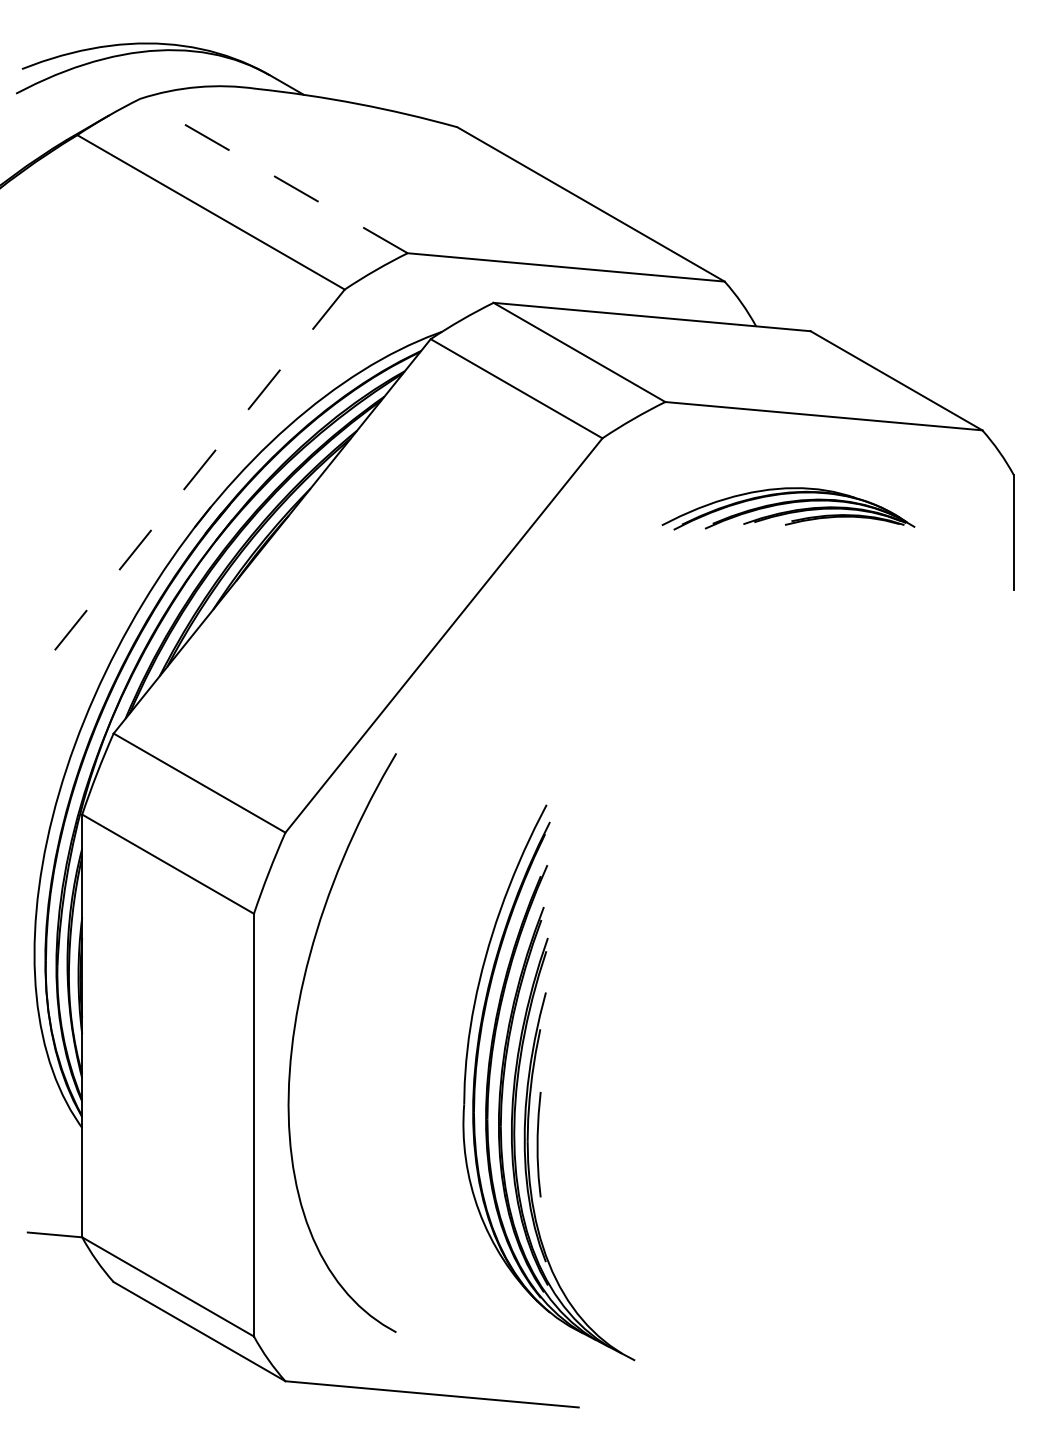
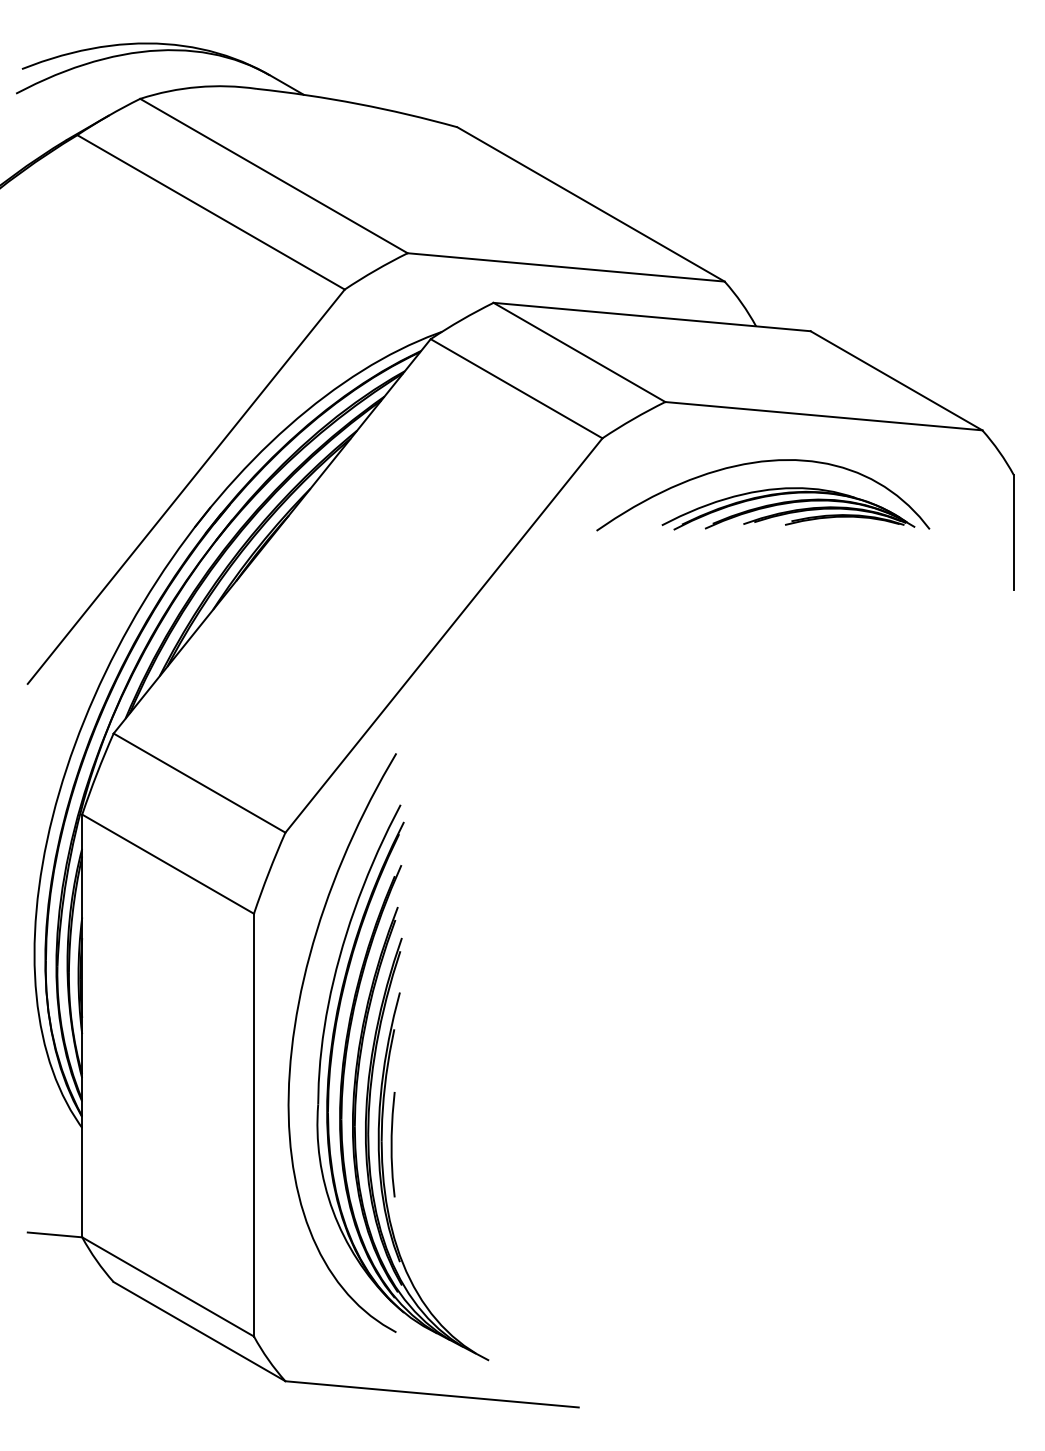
line at (273, 175): dashed -> solid
curve at (757, 463): none -> present
line at (186, 486): dashed -> solid
part at (541, 1092) position: (541, 1092) -> (395, 1092)
